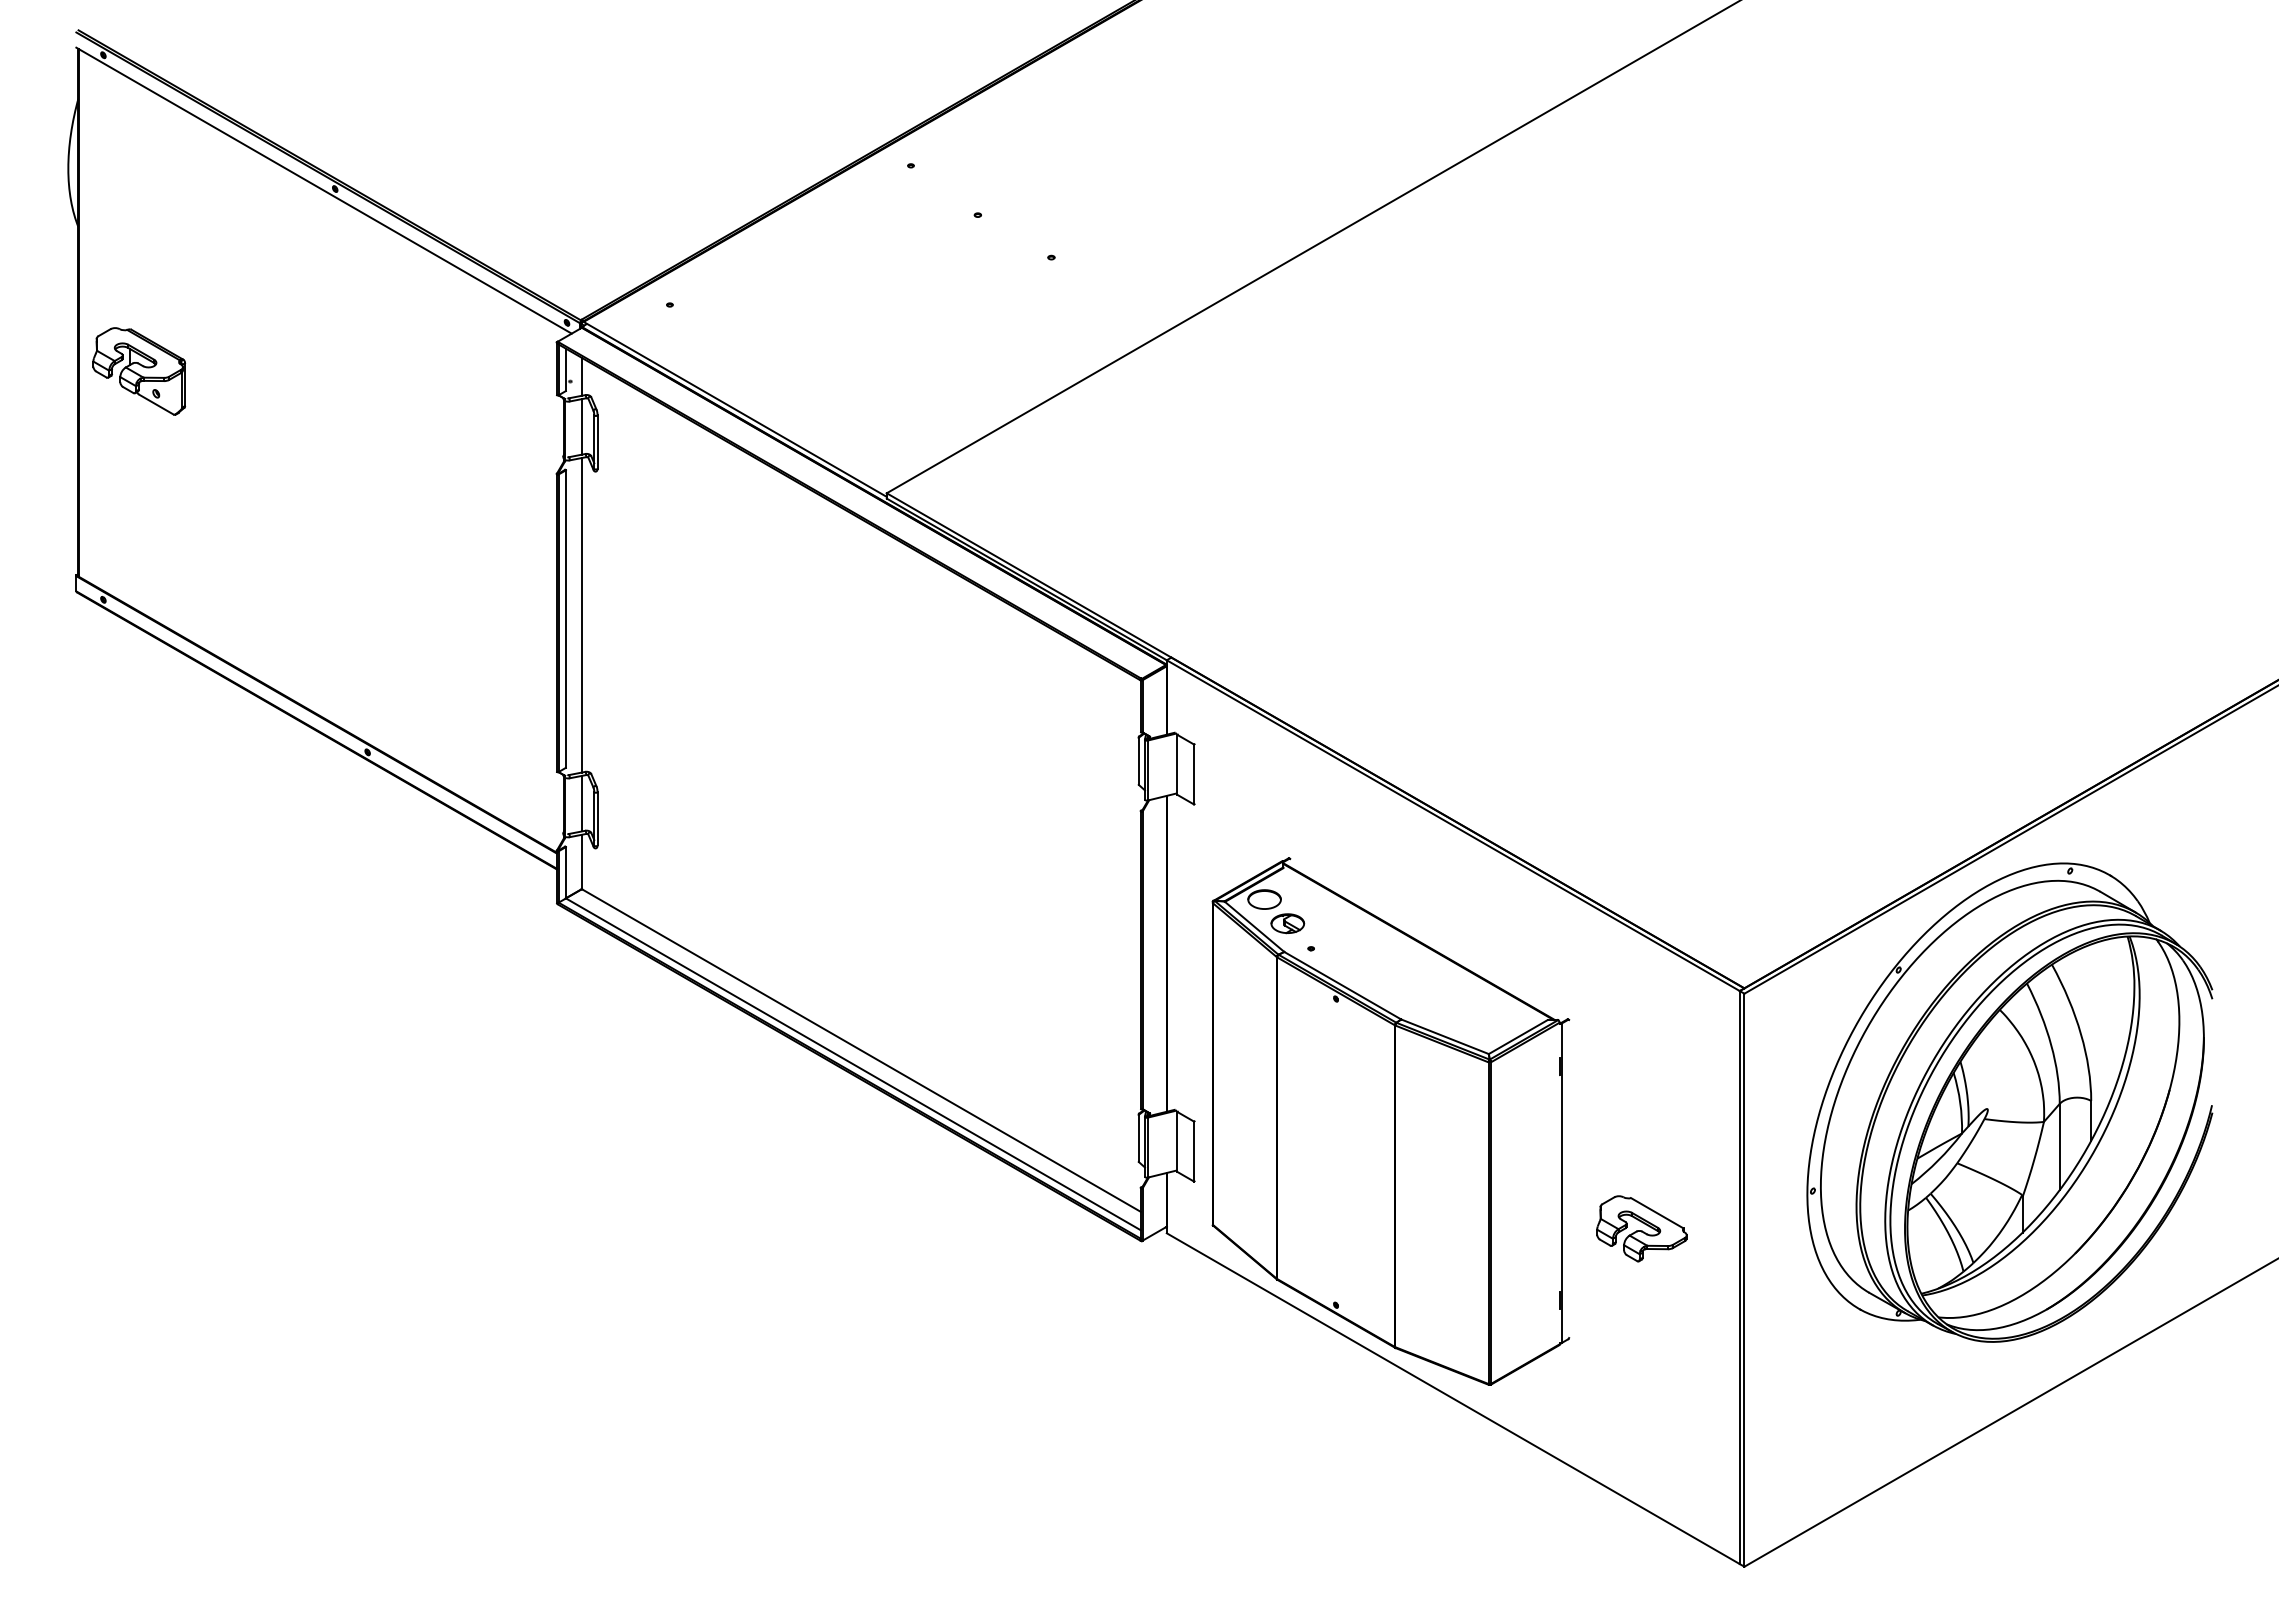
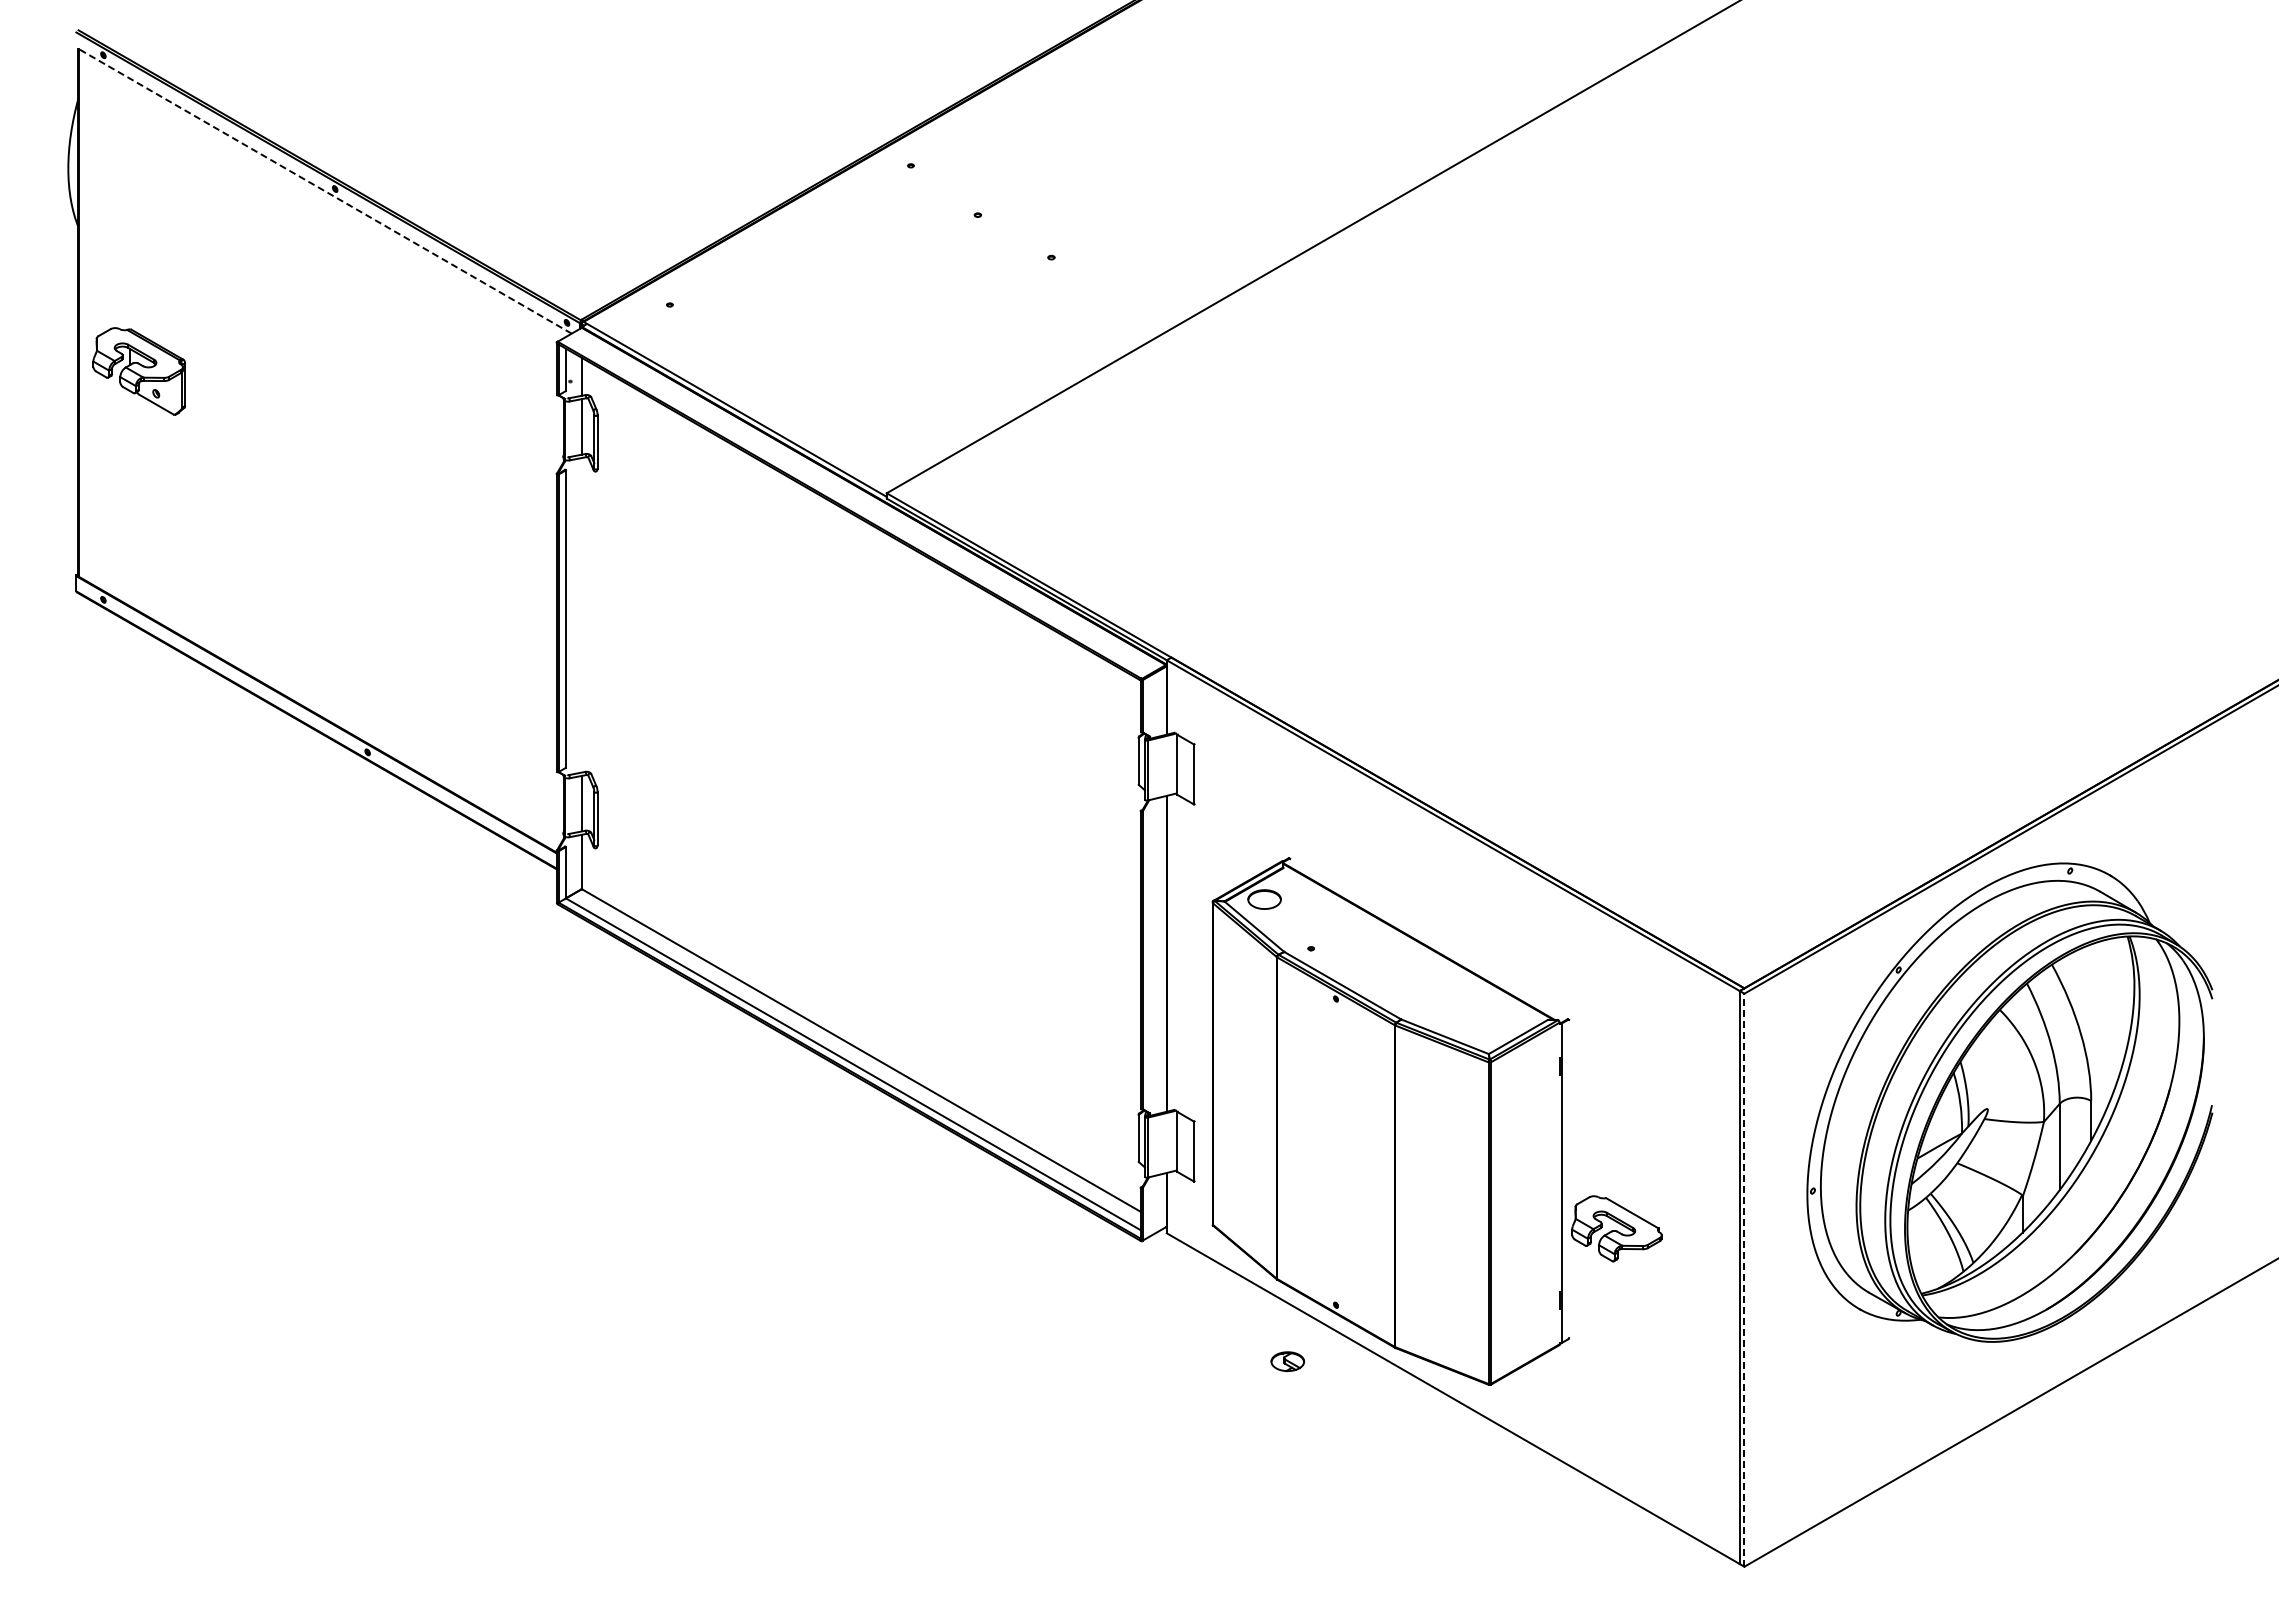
line at (323, 190): solid -> dashed
line at (581, 615): present -> none
part at (1287, 923) position: (1287, 923) -> (1287, 1361)
part at (1641, 1228) position: (1641, 1228) -> (1616, 1228)
line at (1744, 1280): solid -> dashed
